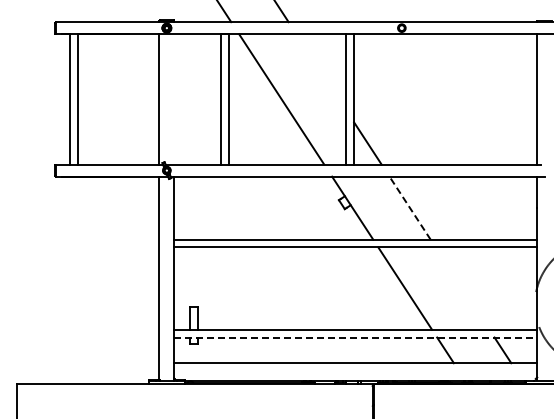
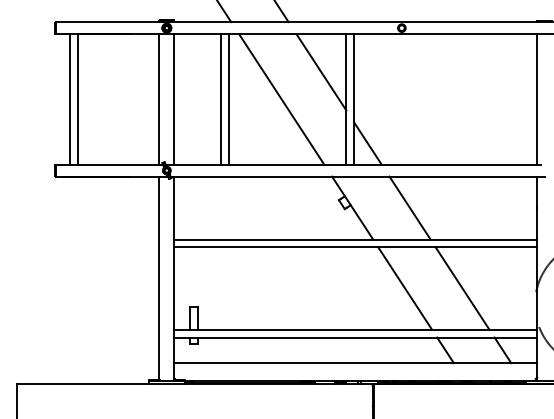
line at (321, 72): none -> present
line at (174, 99): none -> present
line at (410, 208): dashed -> solid
line at (462, 288): none -> present
line at (356, 337): dashed -> solid
